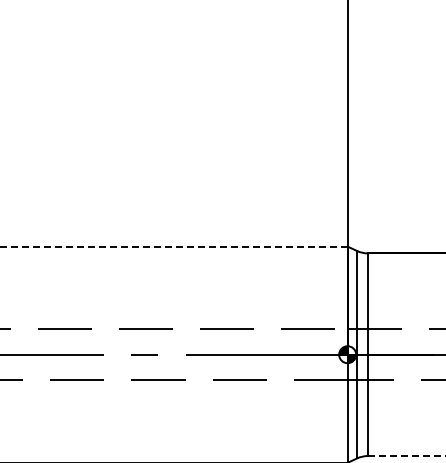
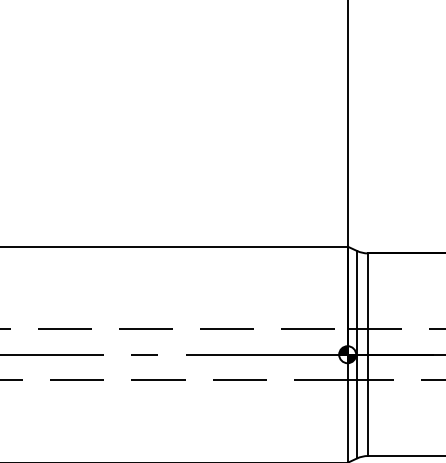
line at (173, 246): dashed -> solid
line at (406, 456): dashed -> solid
